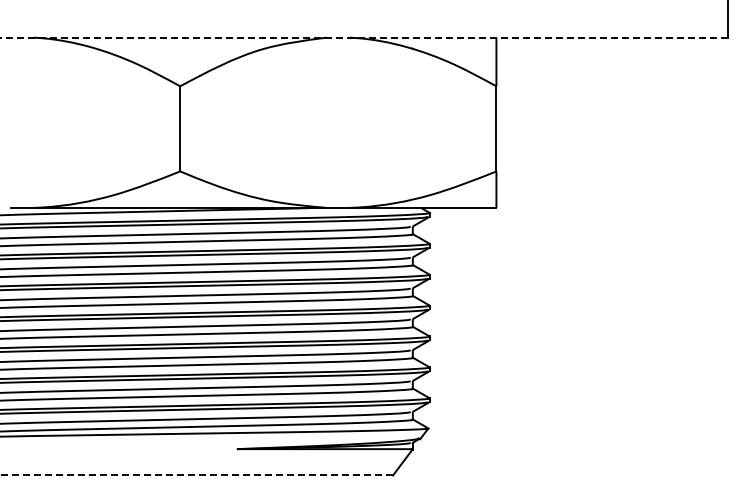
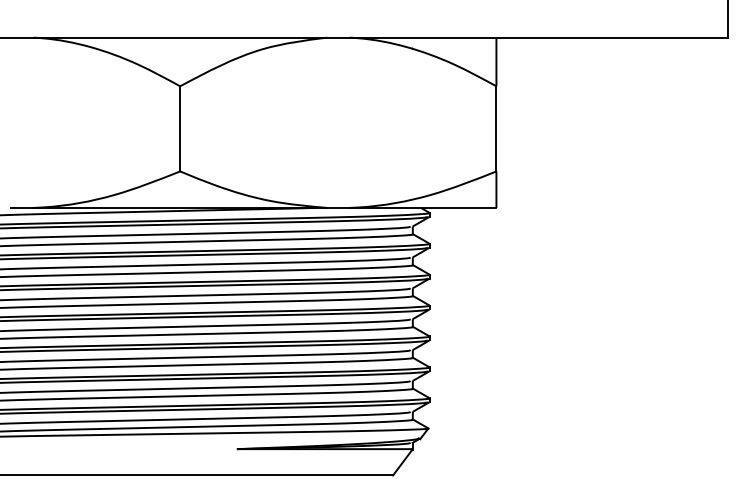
line at (363, 37): dashed -> solid
line at (196, 475): dashed -> solid
